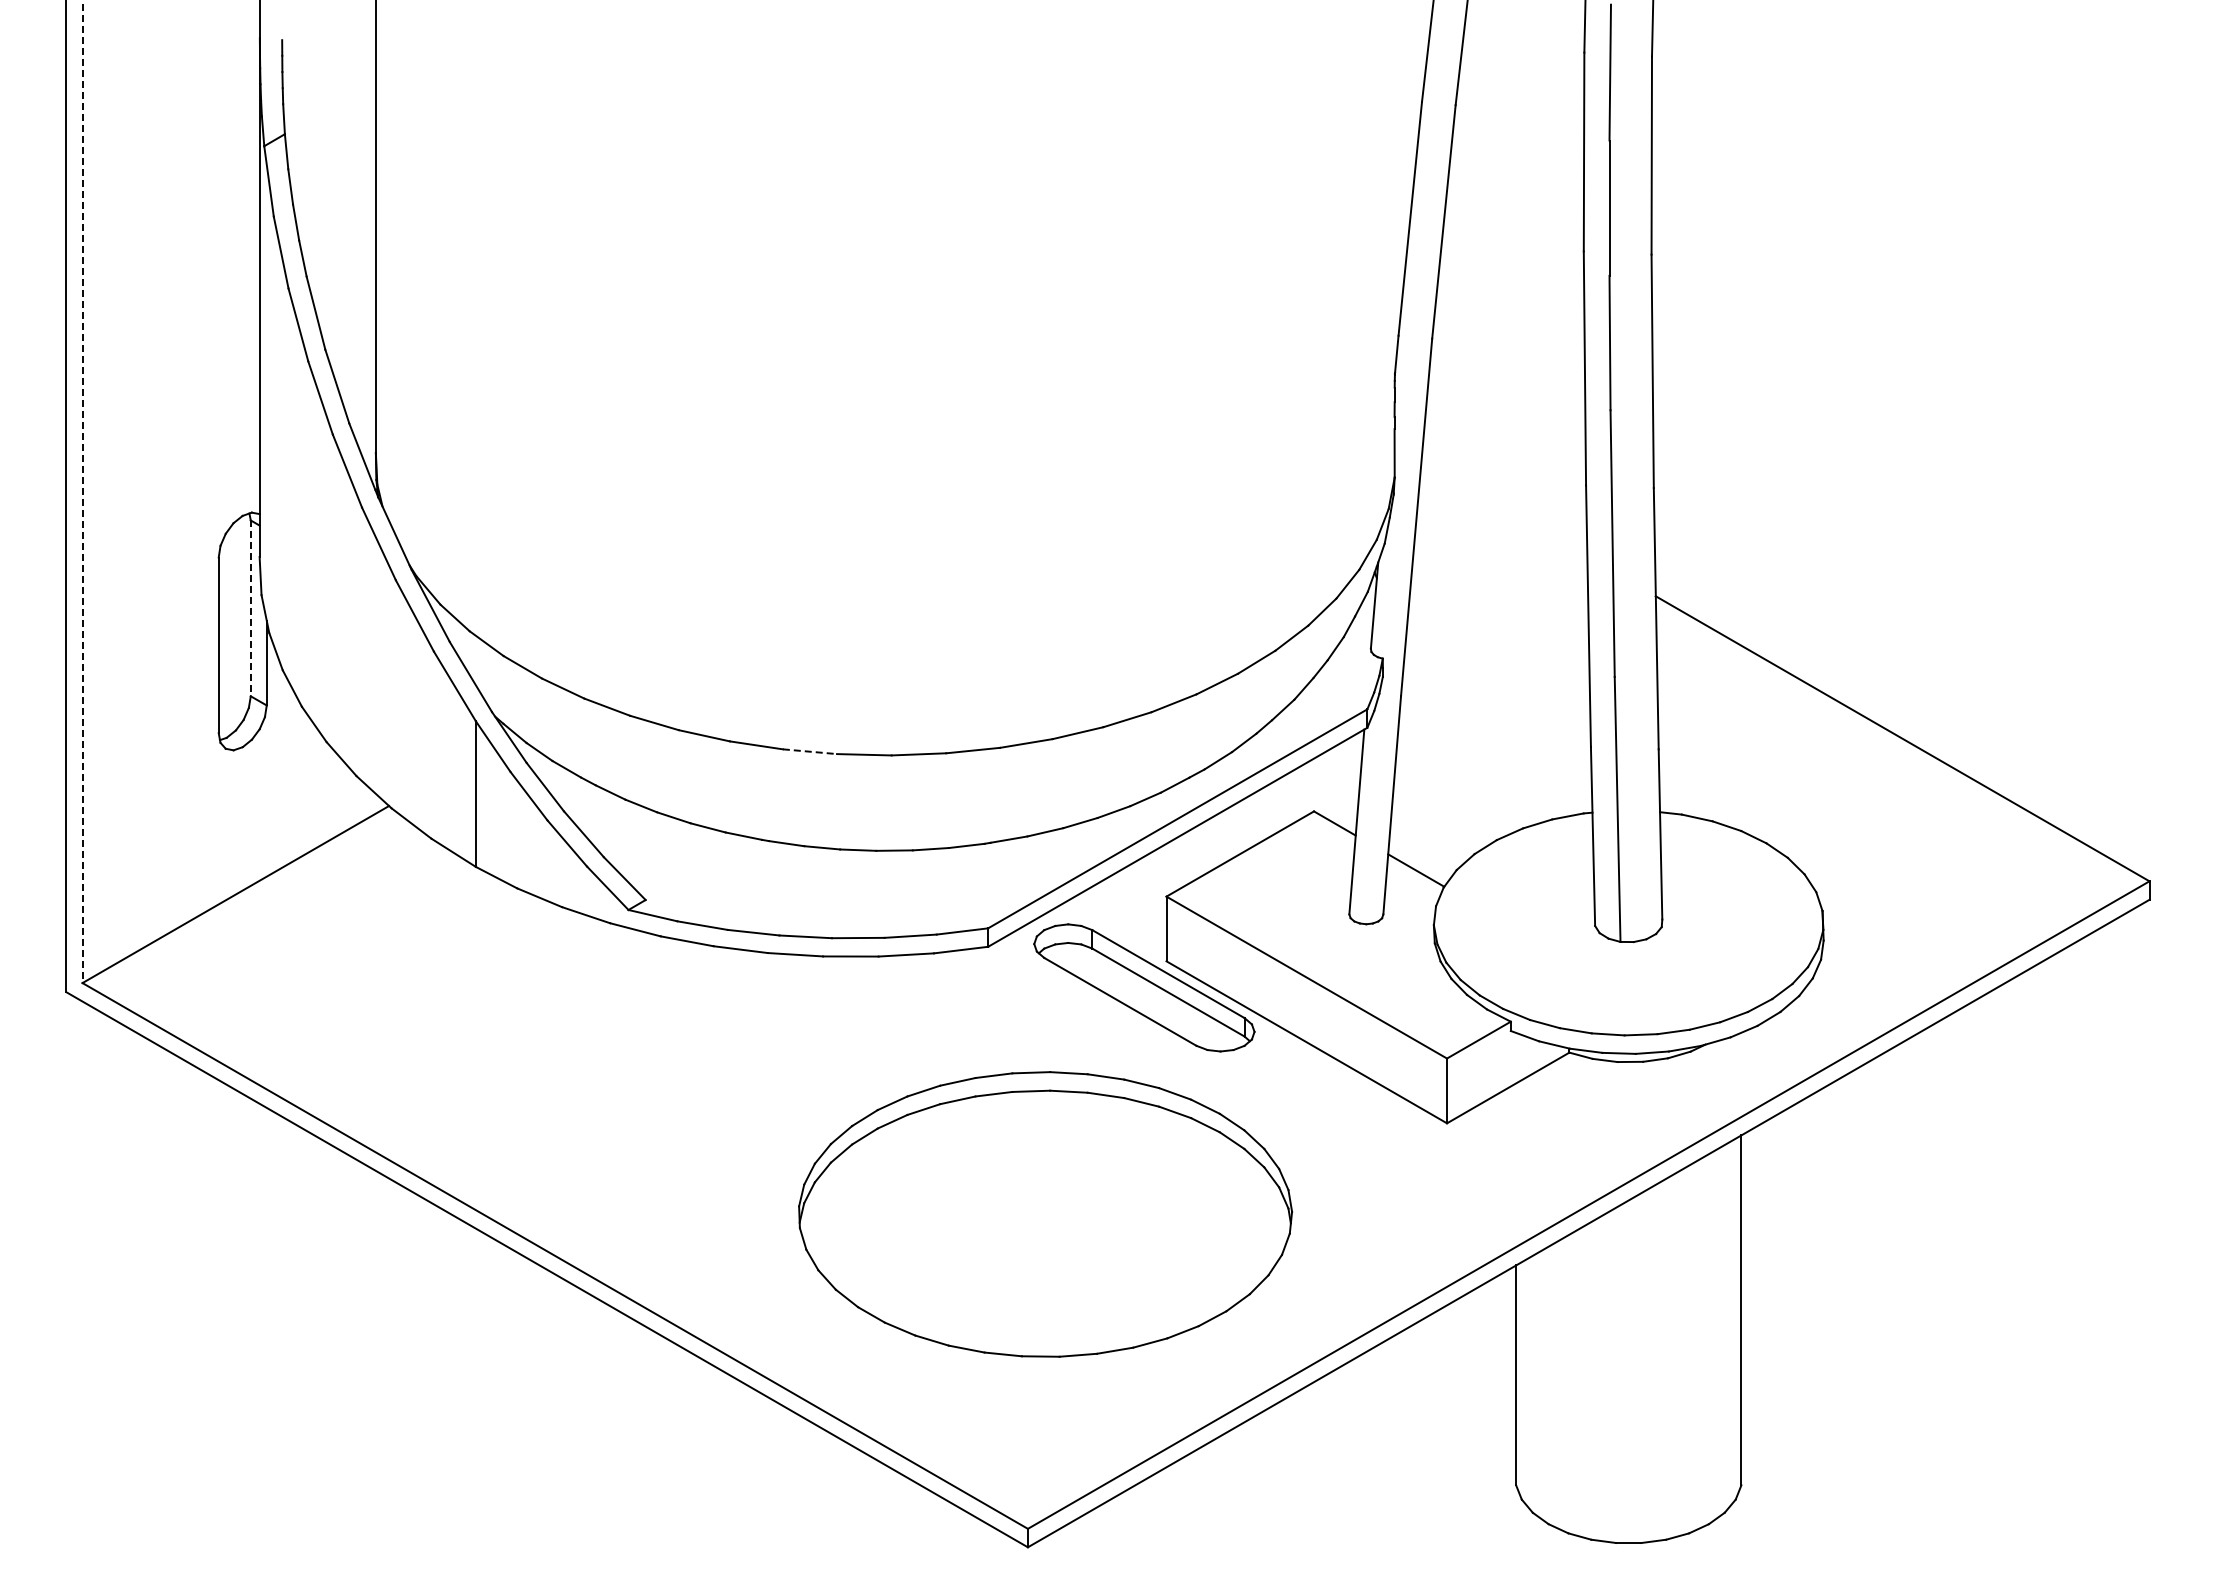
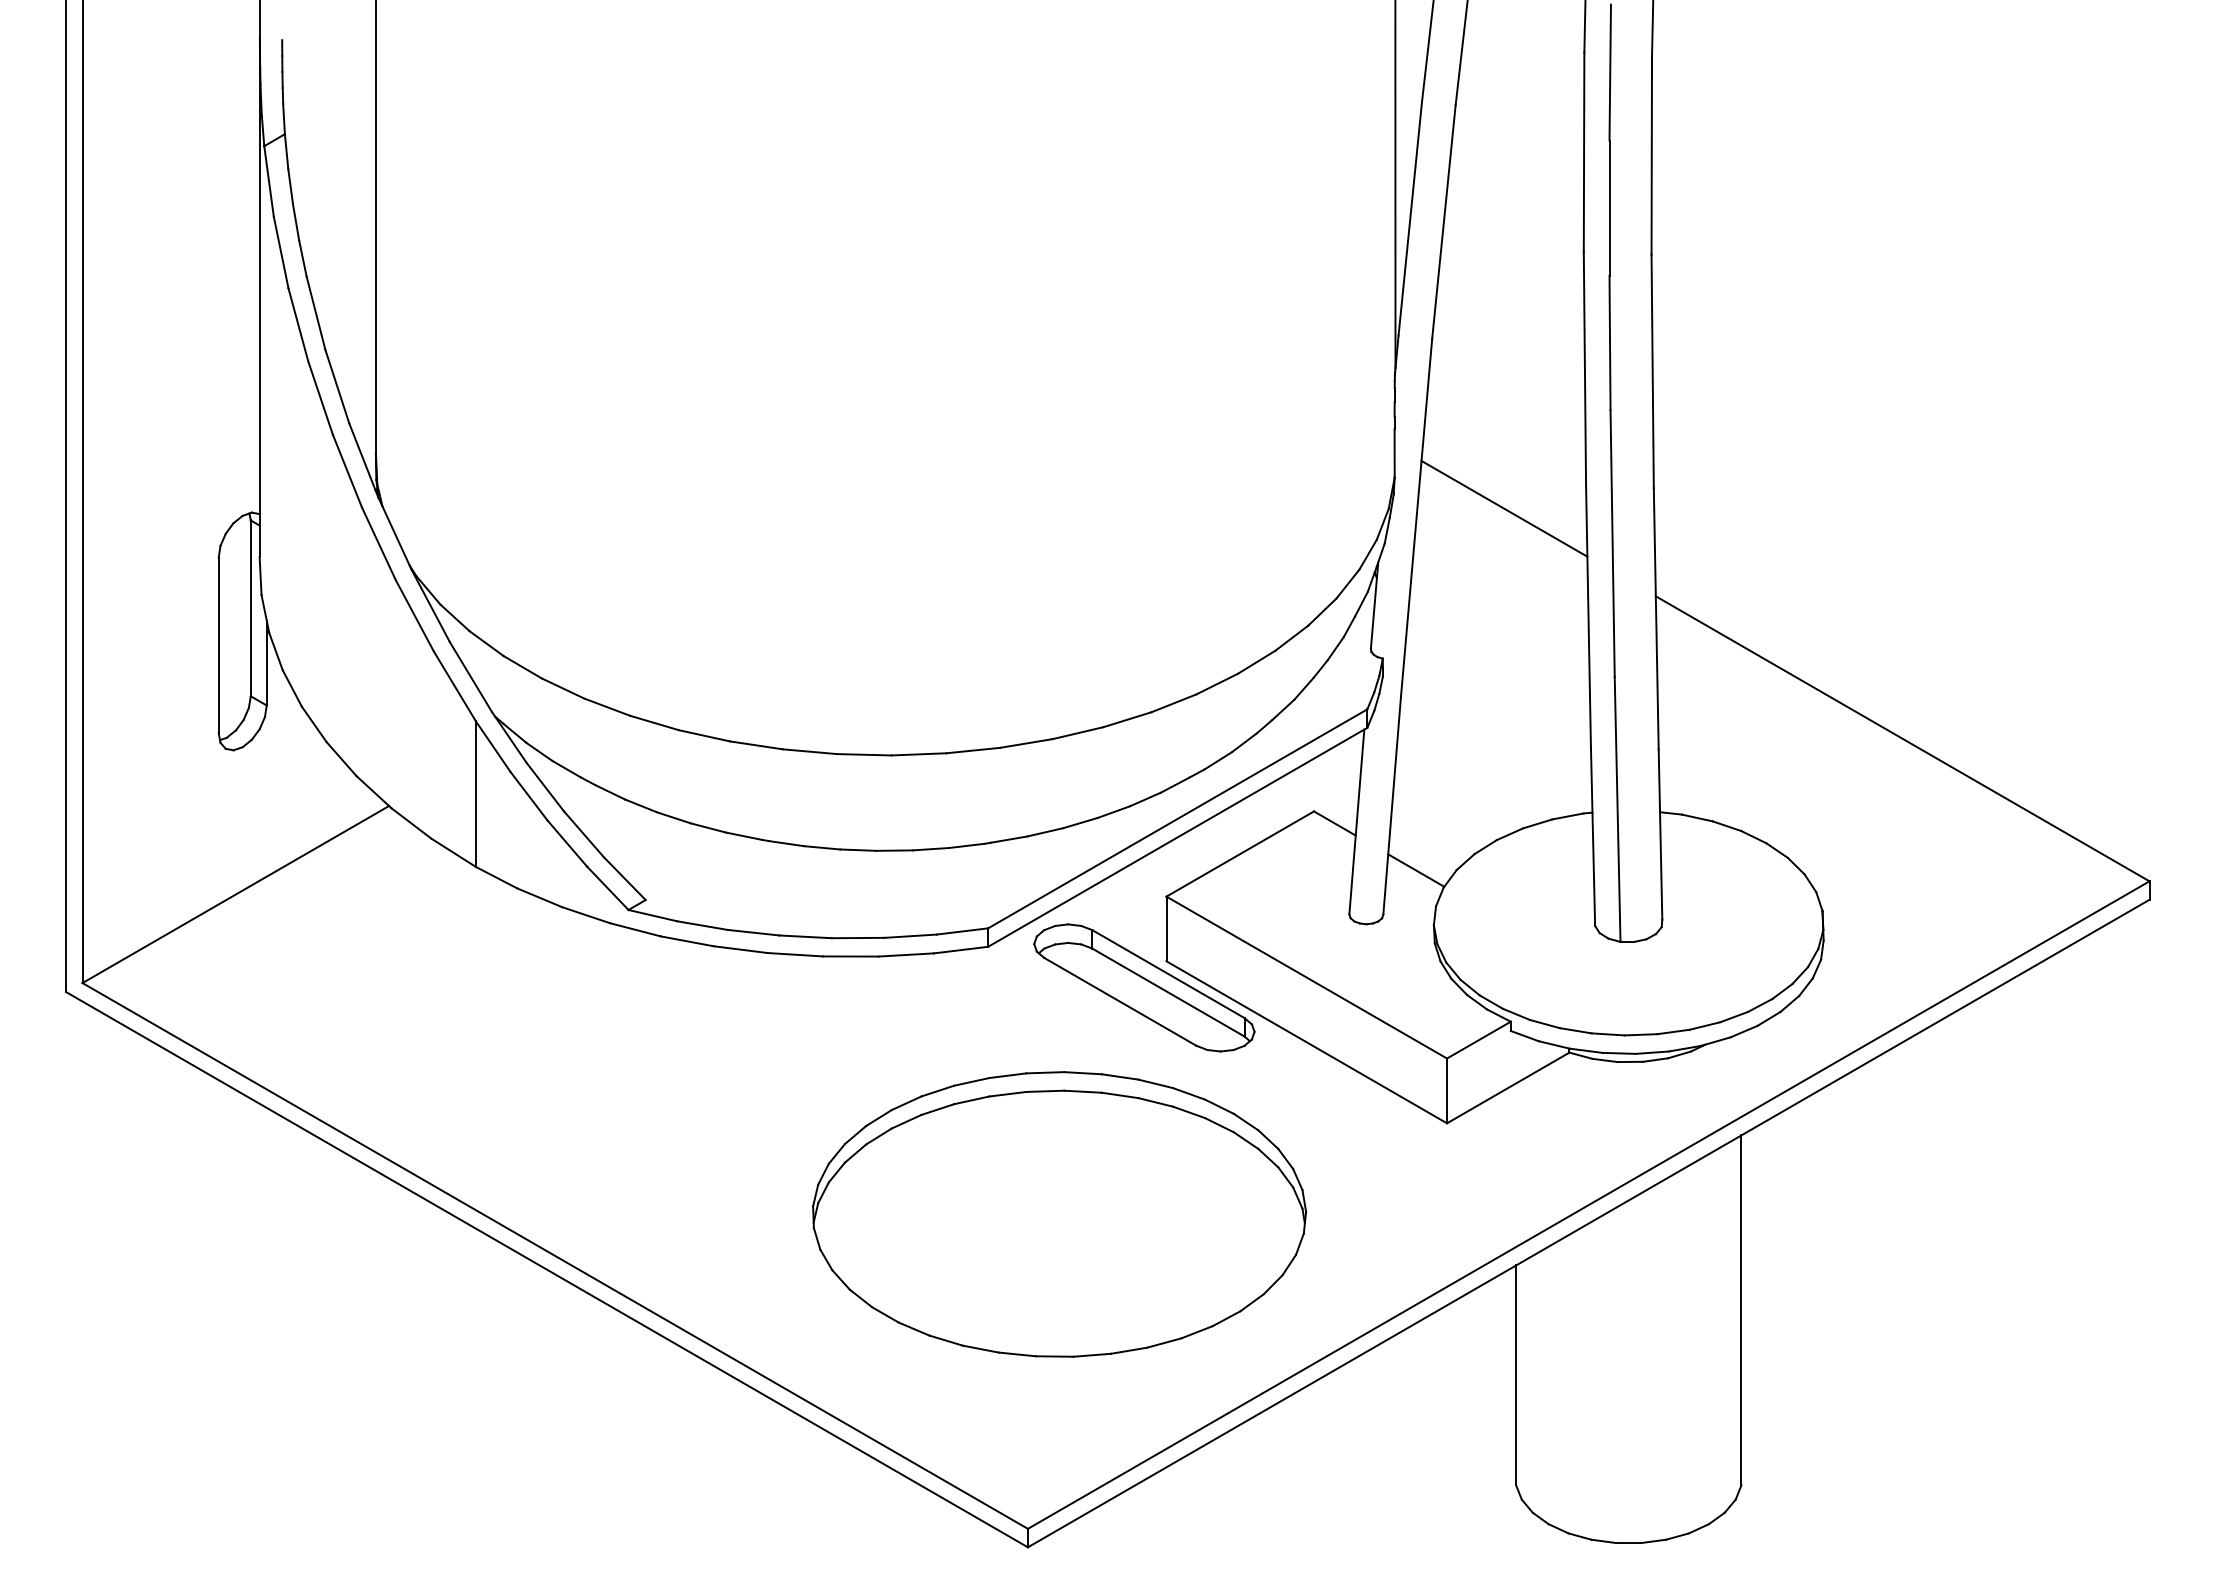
line at (1395, 185): none -> present
line at (82, 492): dashed -> solid
line at (1504, 508): none -> present
line at (250, 608): dashed -> solid
line at (810, 751): dashed -> solid
part at (1045, 1214) position: (1045, 1214) -> (1059, 1214)
